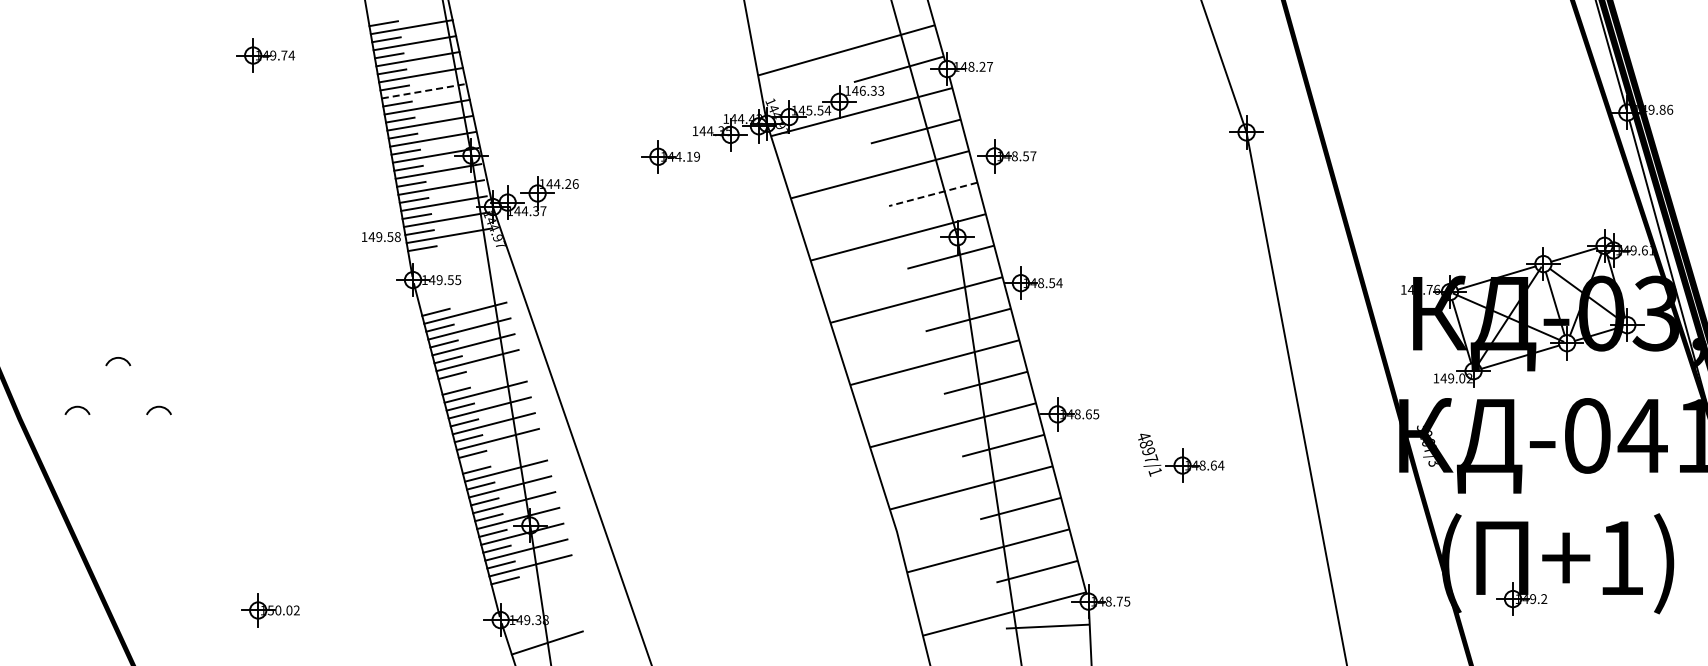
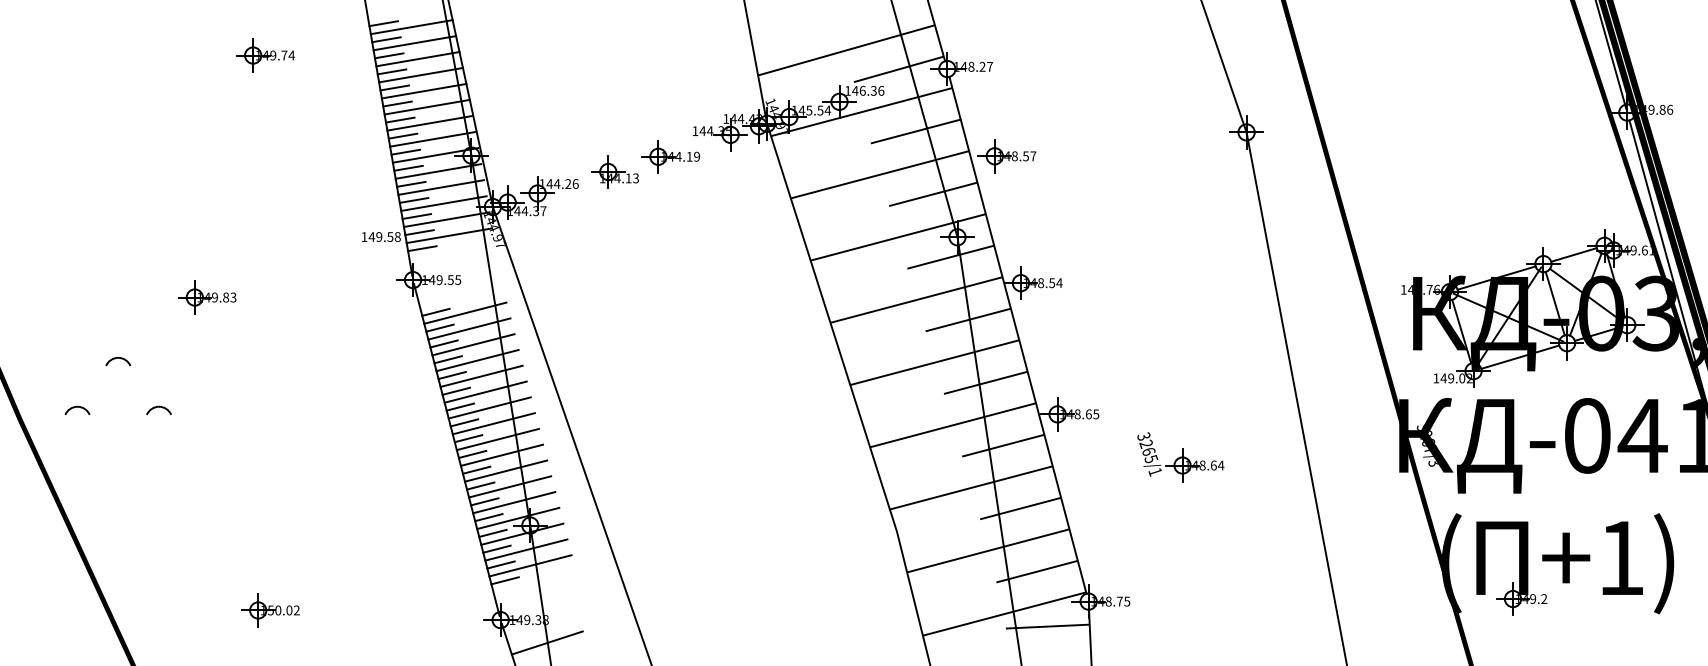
text at (881, 90): 146.33 -> 146.36
line at (424, 91): dashed -> solid
part at (614, 171): none -> present
line at (933, 194): dashed -> solid
part at (207, 297): none -> present
line at (481, 375): none -> present
text at (1147, 447): 4897/1 -> 3265/1
line at (501, 454): none -> present
